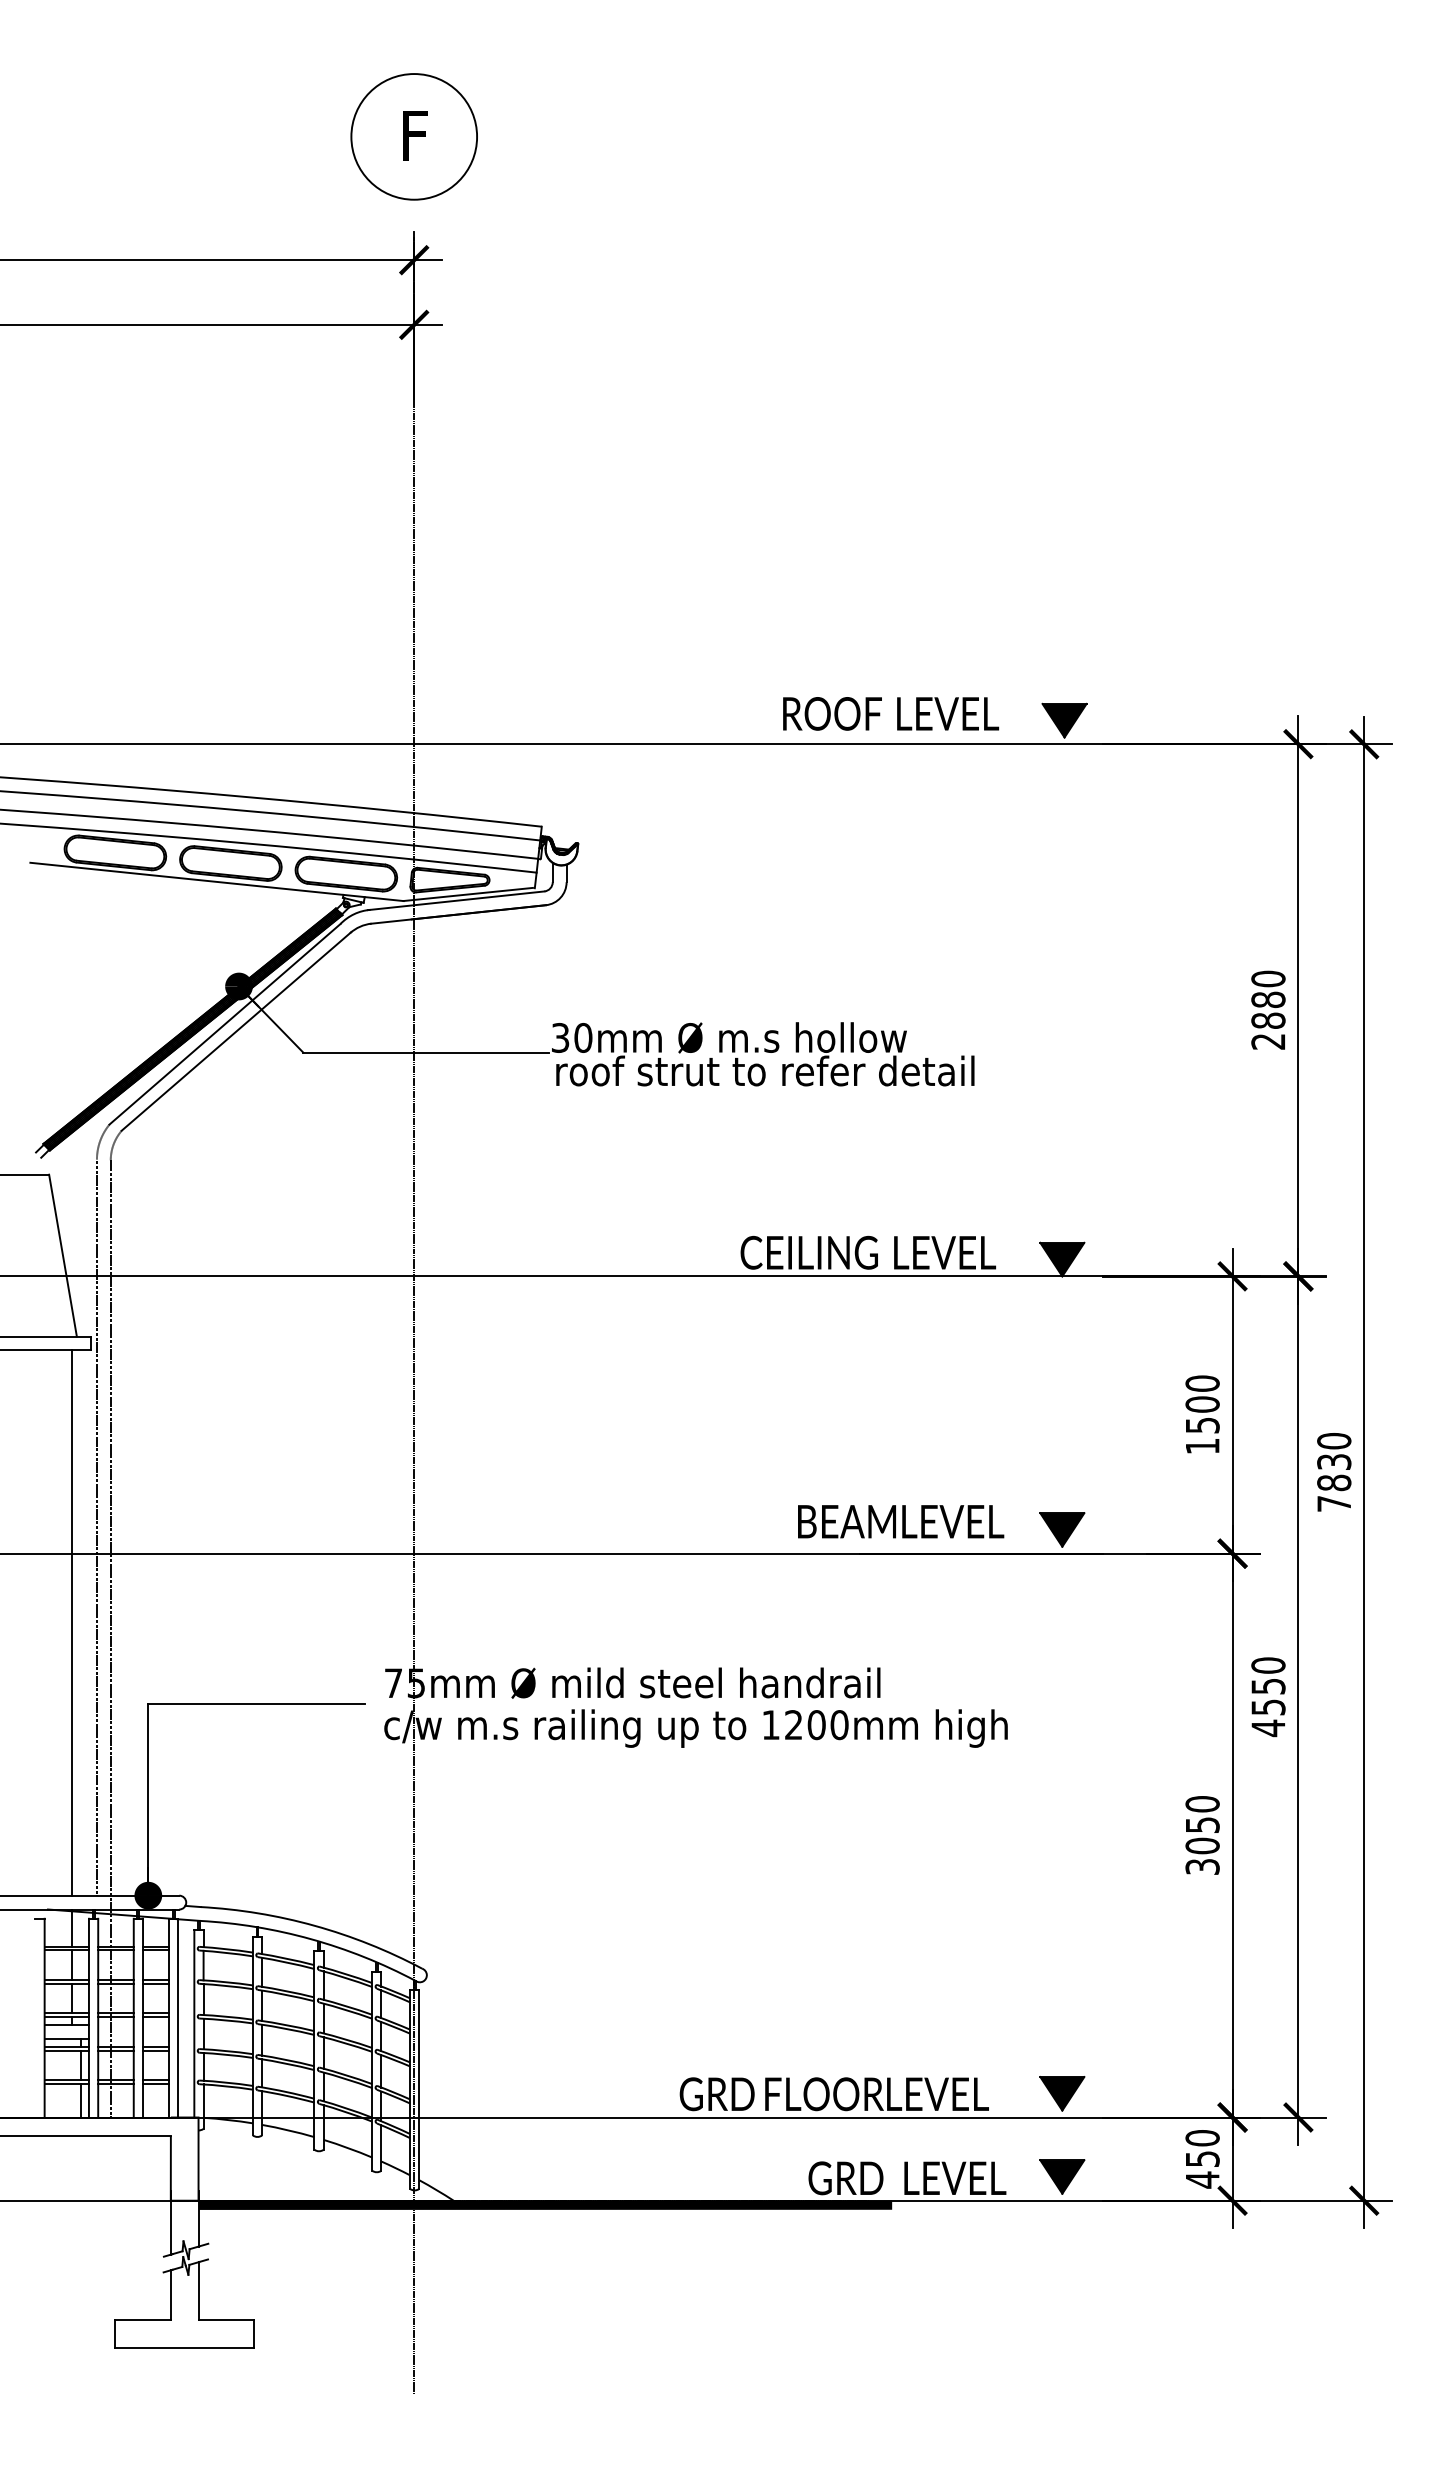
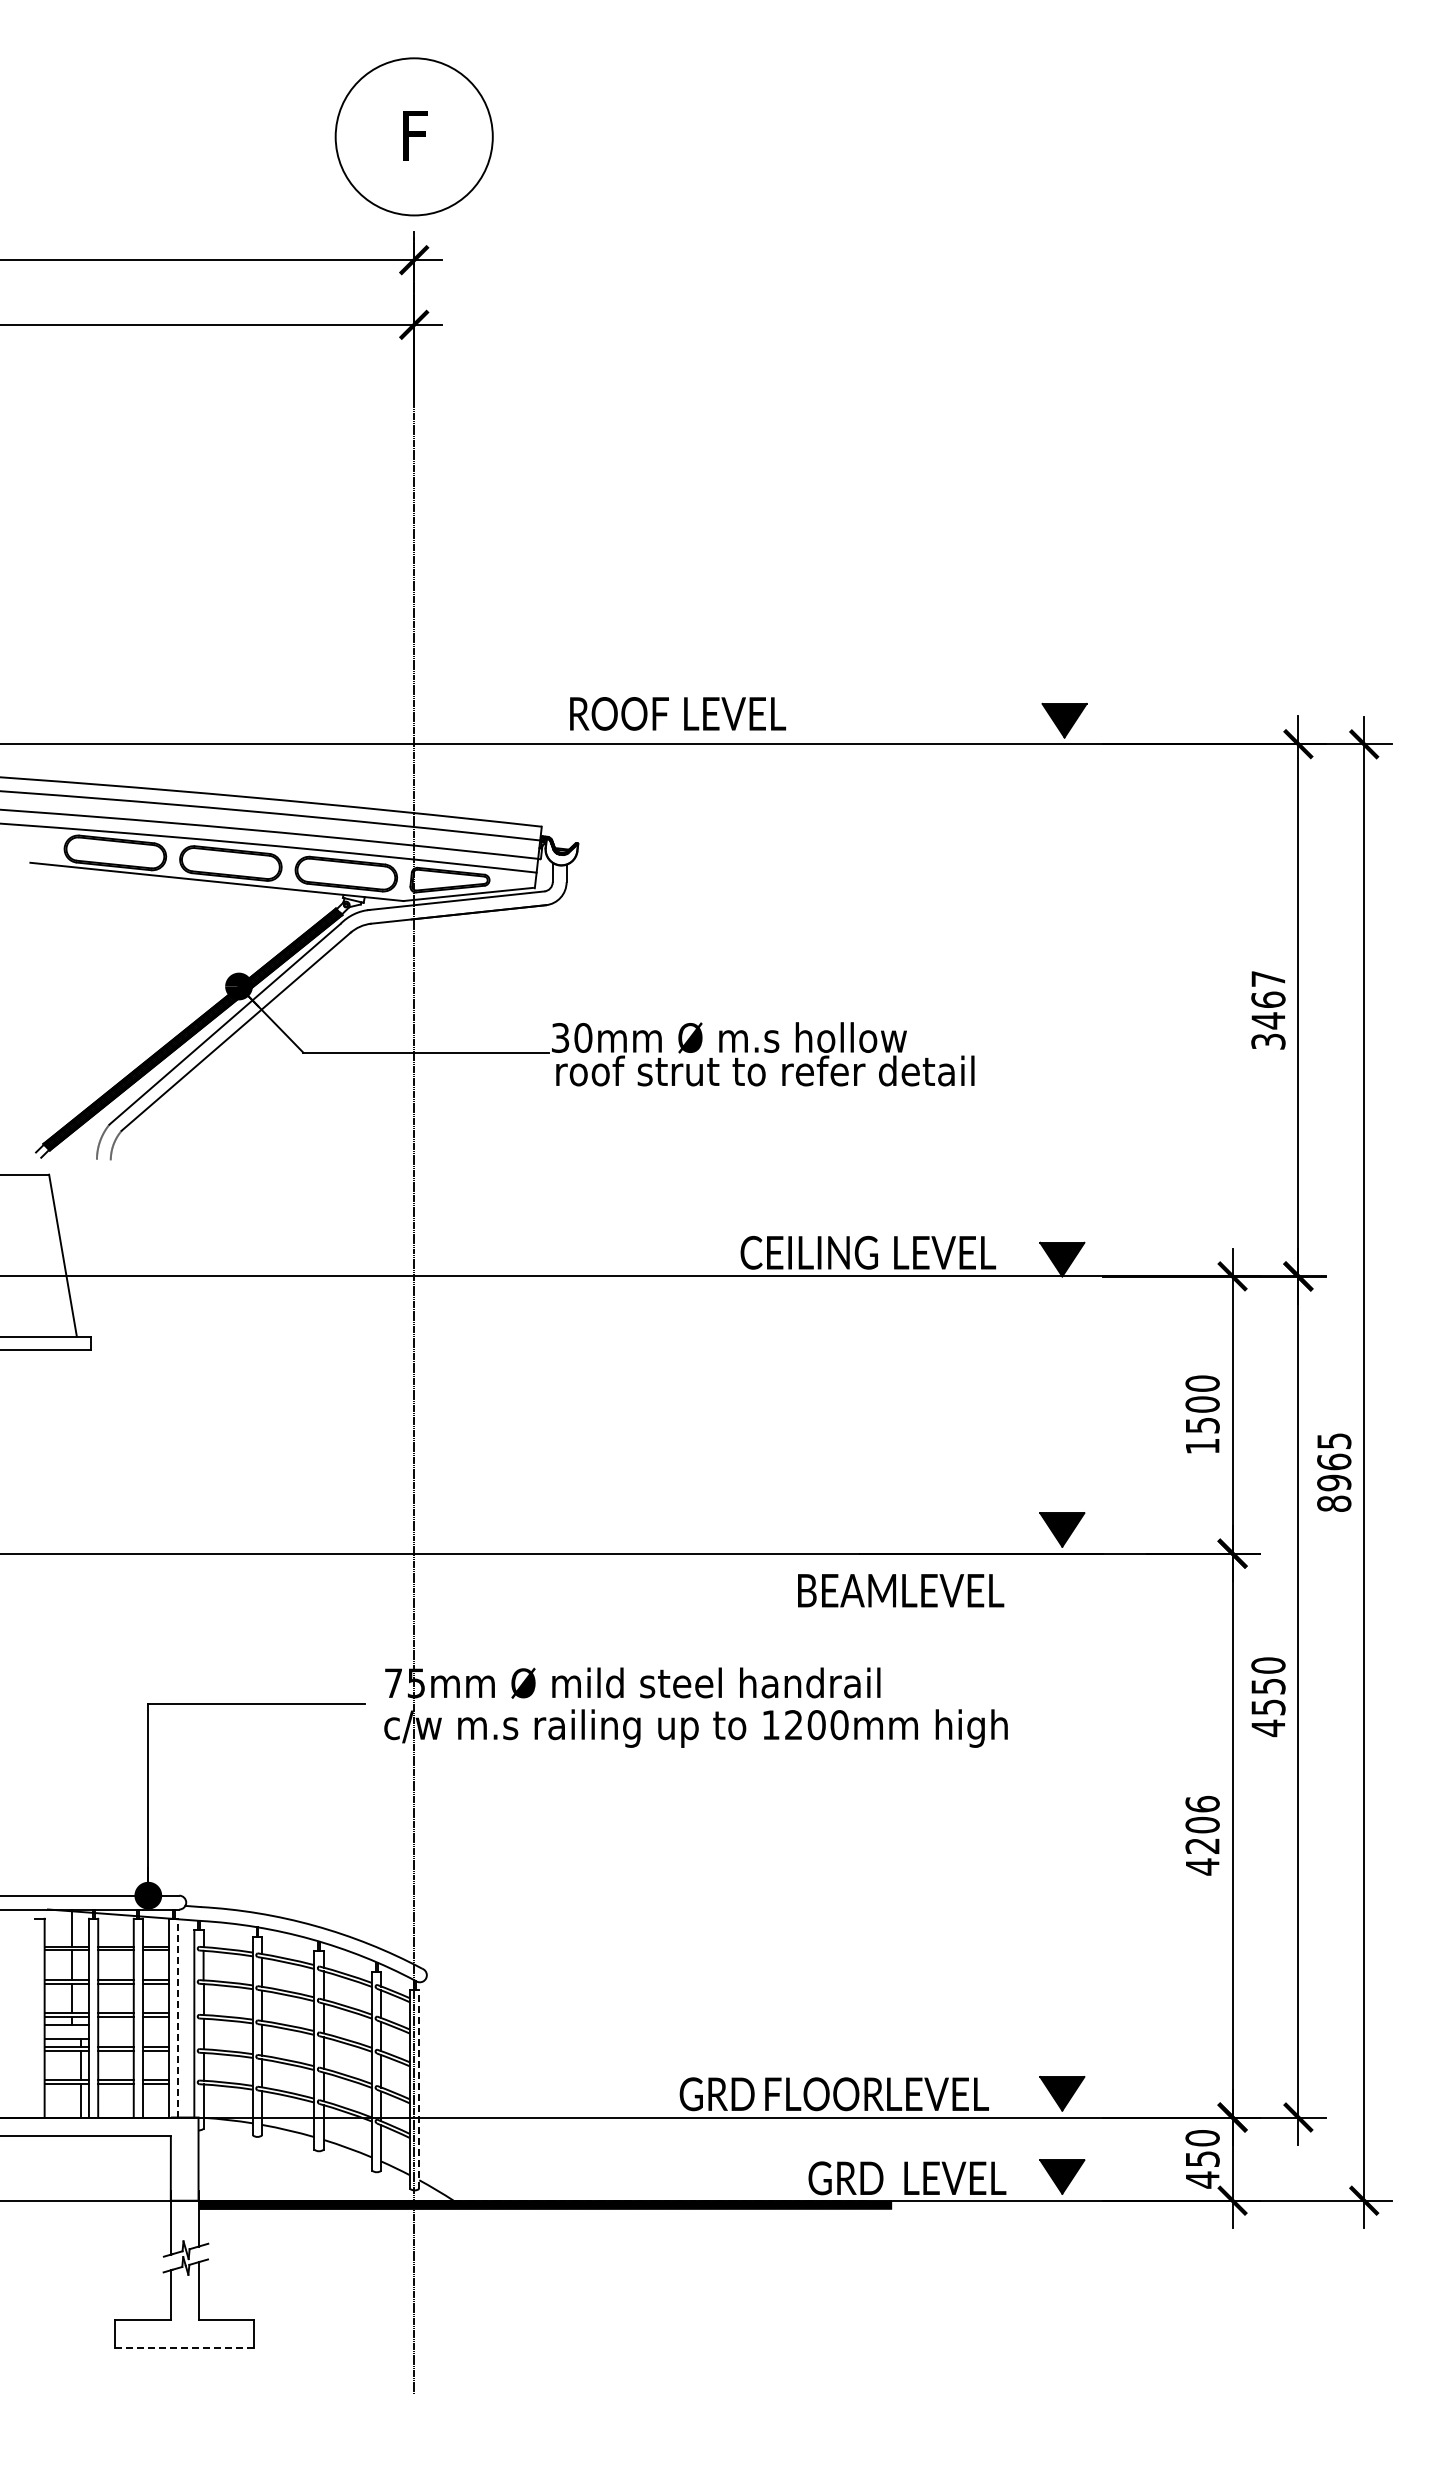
circle at (414, 136) diameter: 126 px -> 157 px
text at (891, 713) position: (891, 713) -> (678, 713)
text at (1268, 1009): 2880 -> 3467
text at (1334, 1472): 7830 -> 8965
text at (901, 1521) position: (901, 1521) -> (901, 1590)
line at (96, 1527): present -> none
line at (72, 1622): present -> none
line at (110, 1638): present -> none
text at (1202, 1835): 3050 -> 4206
line at (178, 2017): solid -> dashed
line at (419, 2089): solid -> dashed
line at (185, 2348): solid -> dashed
